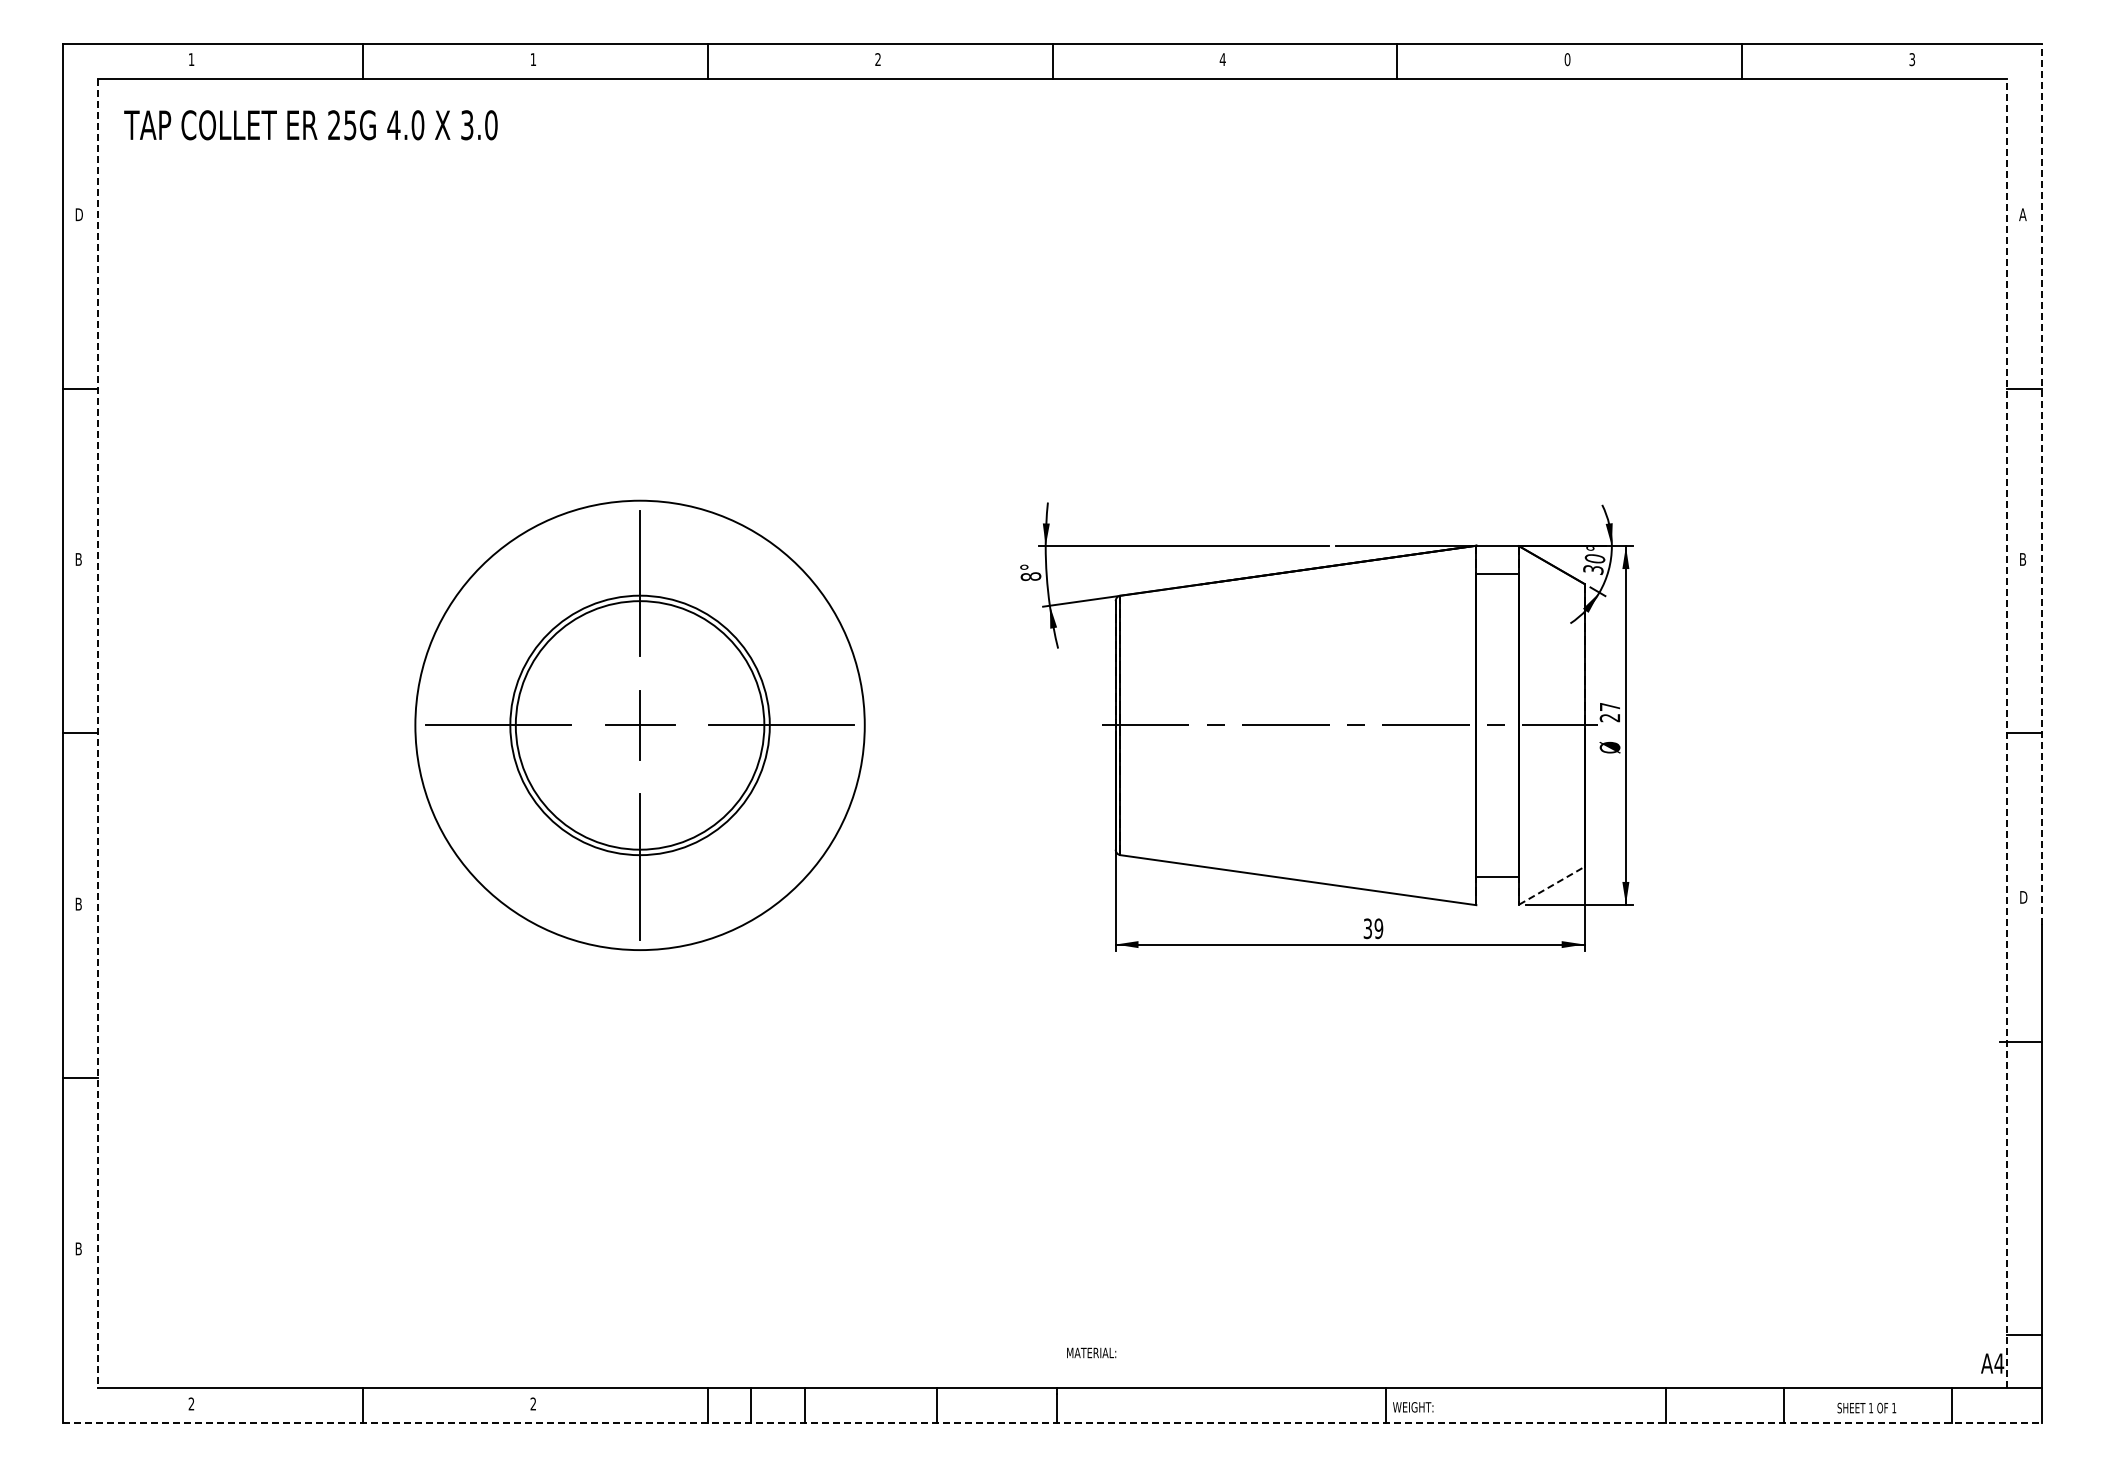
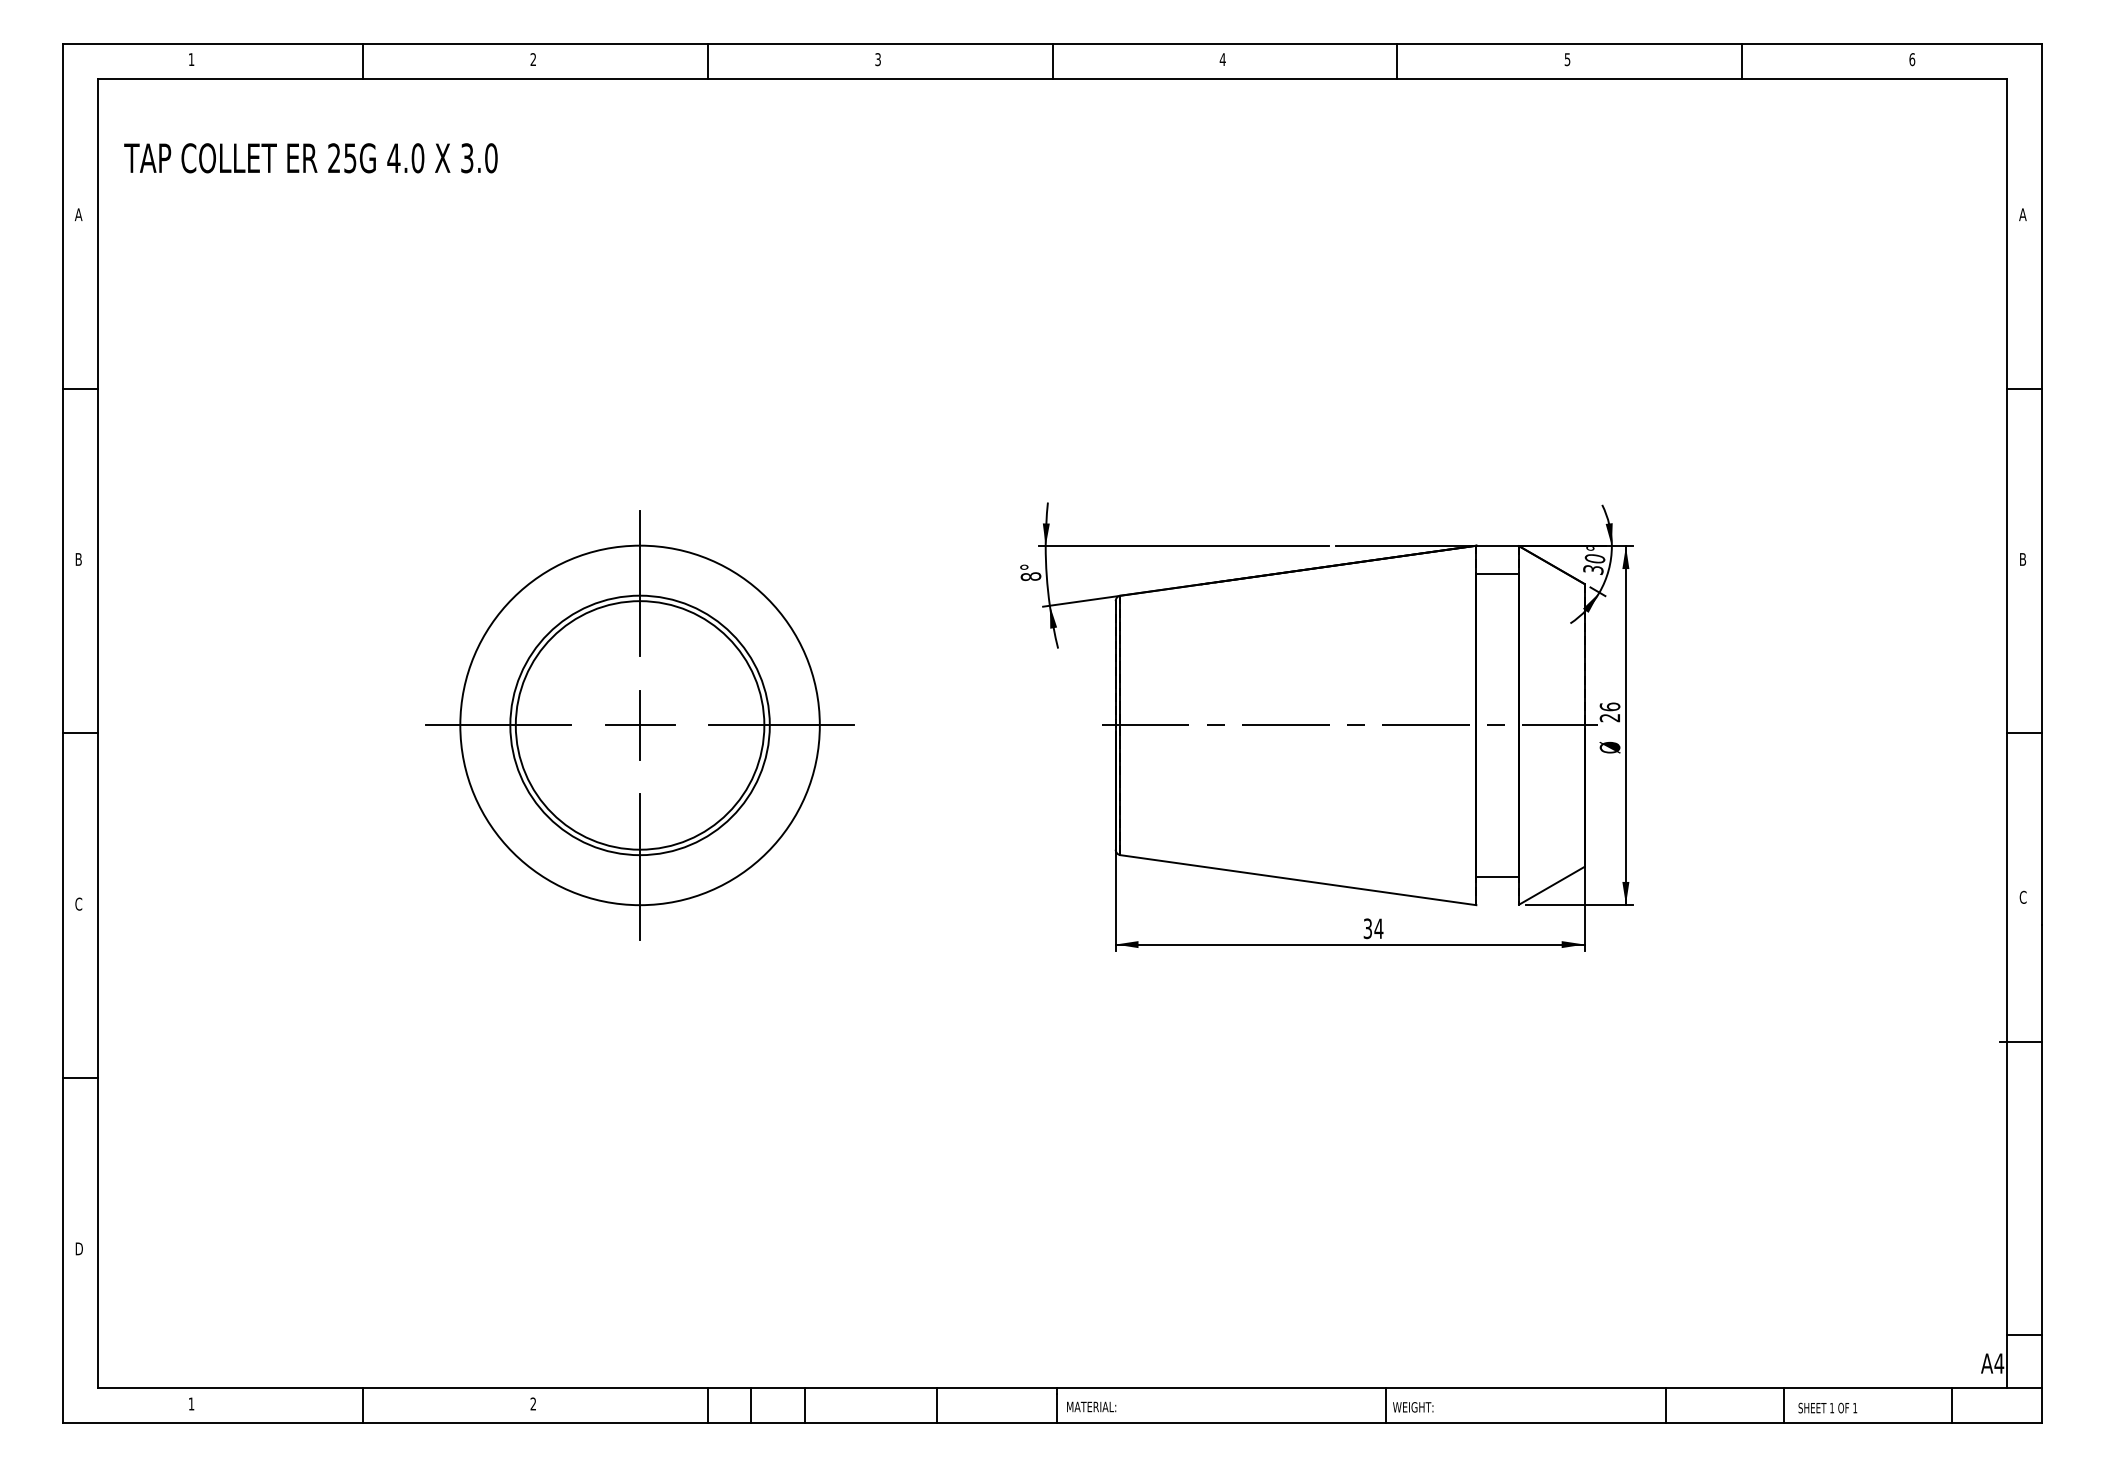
text at (533, 59): 1 -> 2
text at (877, 59): 2 -> 3
text at (1567, 59): 0 -> 5
text at (1912, 59): 3 -> 6
text at (310, 125) position: (310, 125) -> (310, 158)
text at (78, 214): D -> A
line at (2041, 483): dashed -> solid
text at (1609, 706): 27 -> 26
circle at (639, 725) diameter: 449 px -> 360 px
line at (97, 733): dashed -> solid
line at (2007, 733): dashed -> solid
line at (1551, 885): dashed -> solid
text at (2023, 896): D -> C
text at (78, 903): B -> C
text at (1378, 928): 39 -> 34
text at (79, 1248): B -> D
text at (1091, 1352) position: (1091, 1352) -> (1091, 1406)
text at (190, 1403): 2 -> 1
text at (1866, 1407) position: (1866, 1407) -> (1827, 1407)
line at (1052, 1422): dashed -> solid
